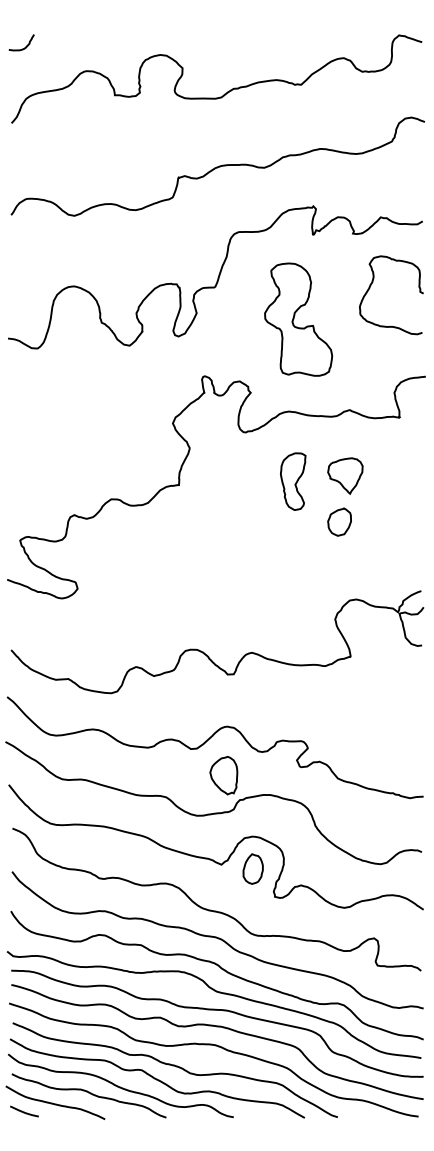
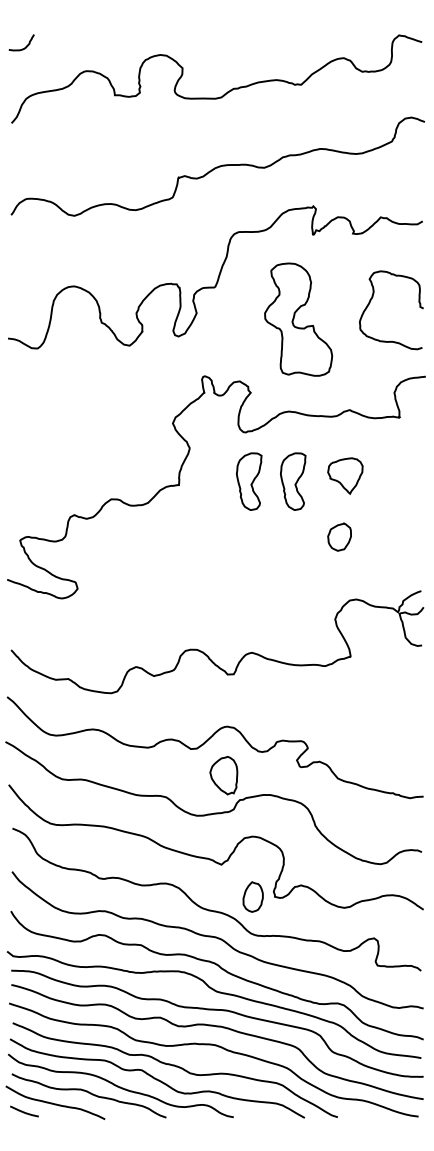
curve at (370, 288) position: (370, 288) -> (370, 303)
part at (249, 481): none -> present
part at (339, 521) position: (339, 521) -> (339, 536)
part at (252, 868) position: (252, 868) -> (252, 896)
